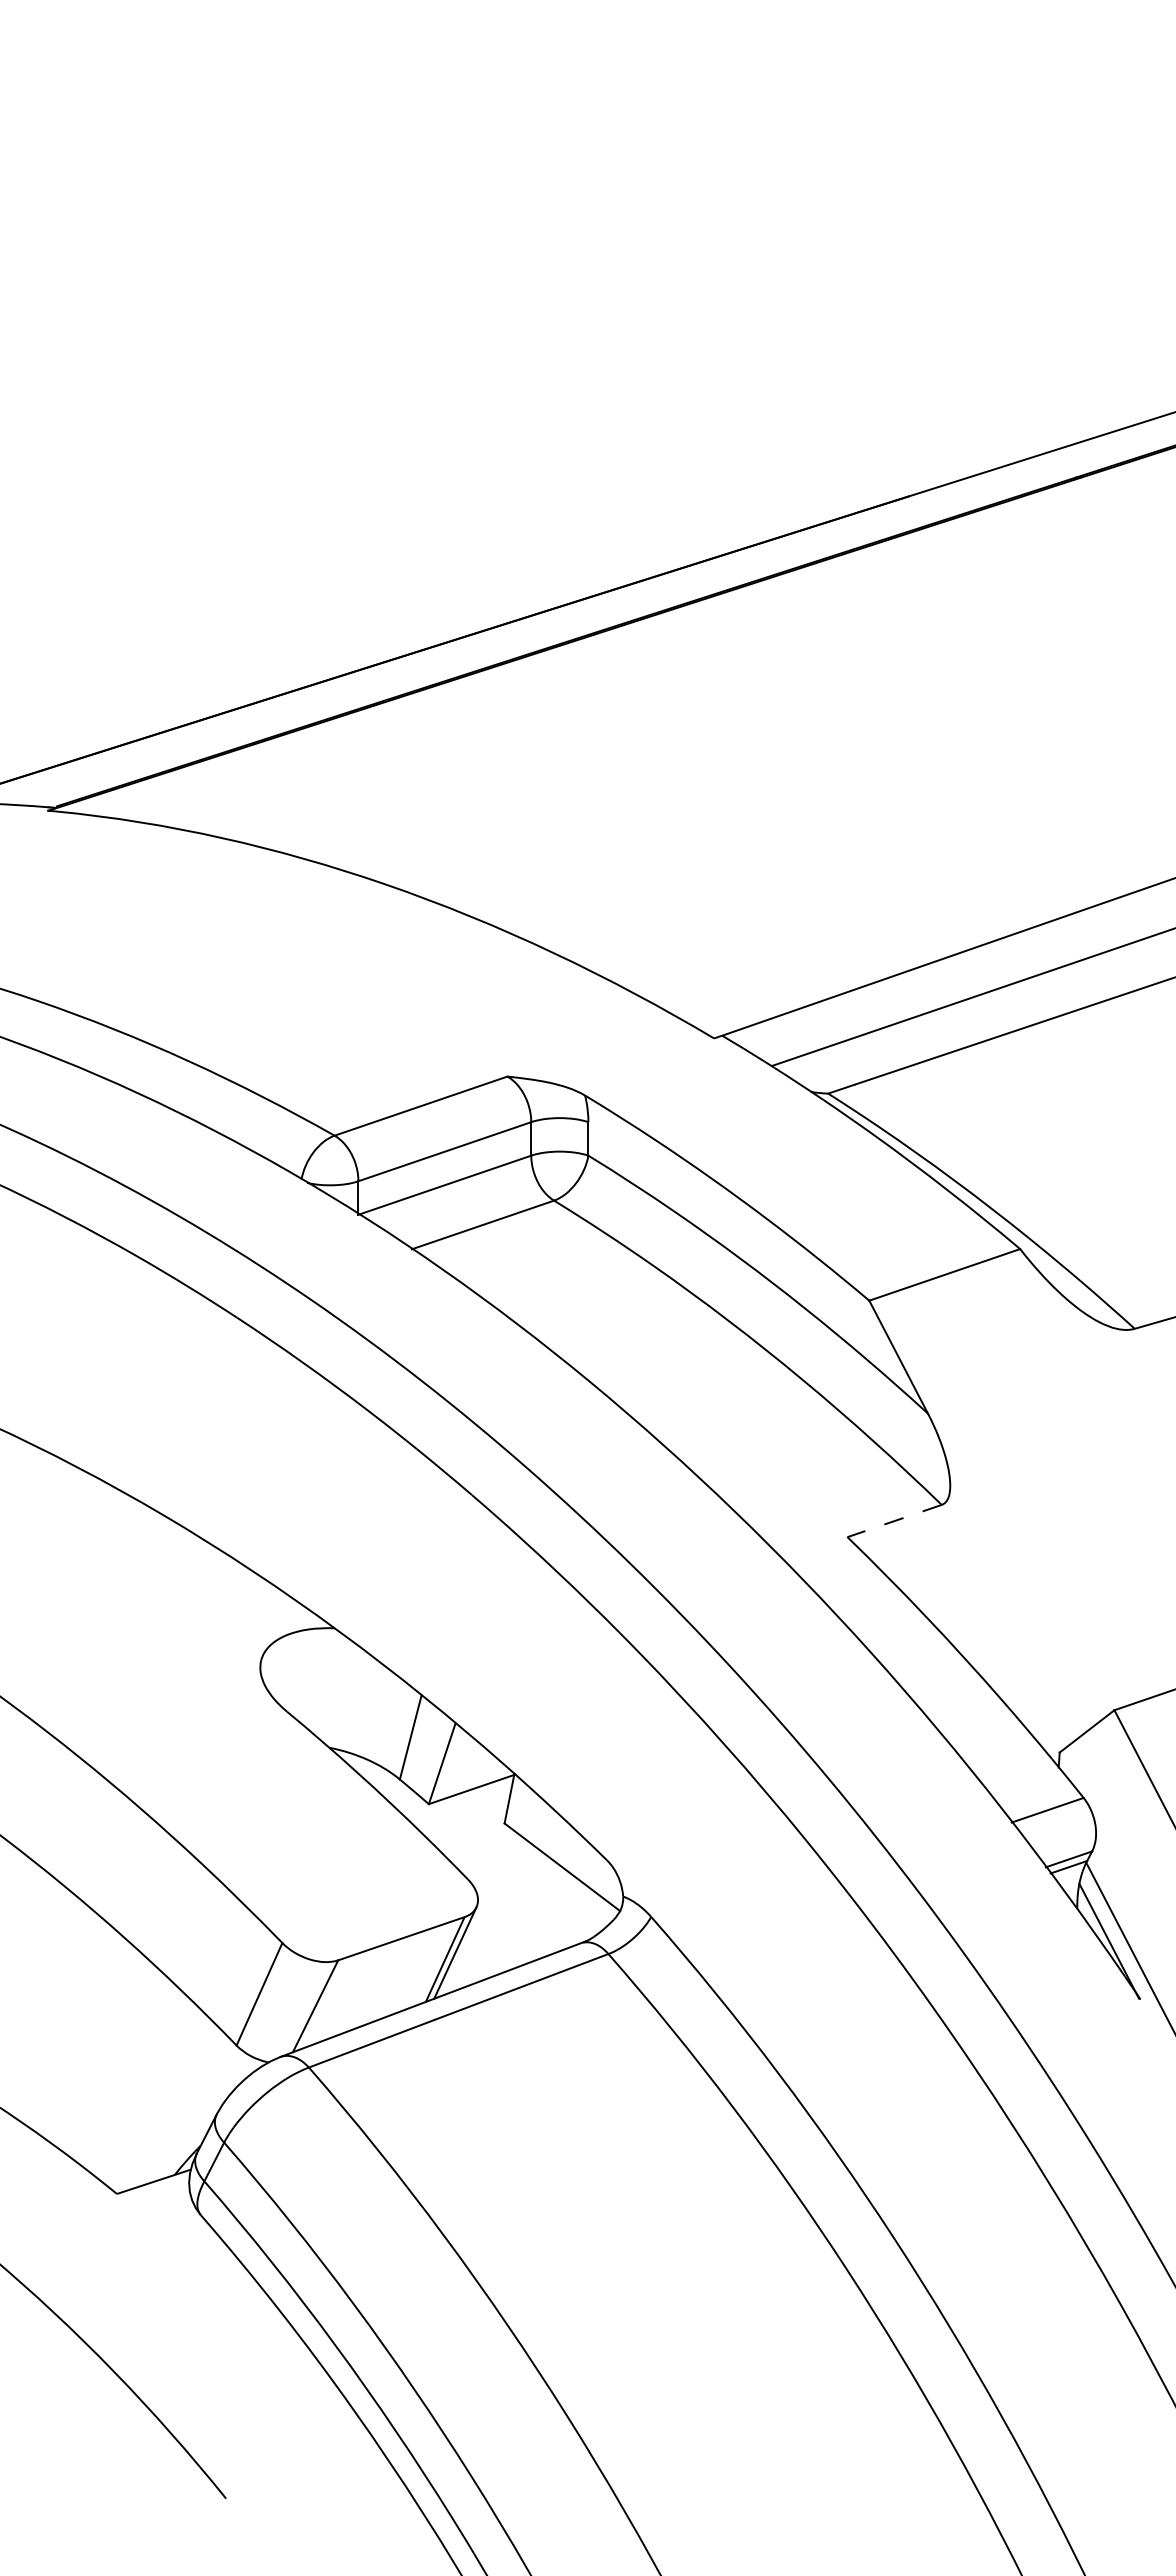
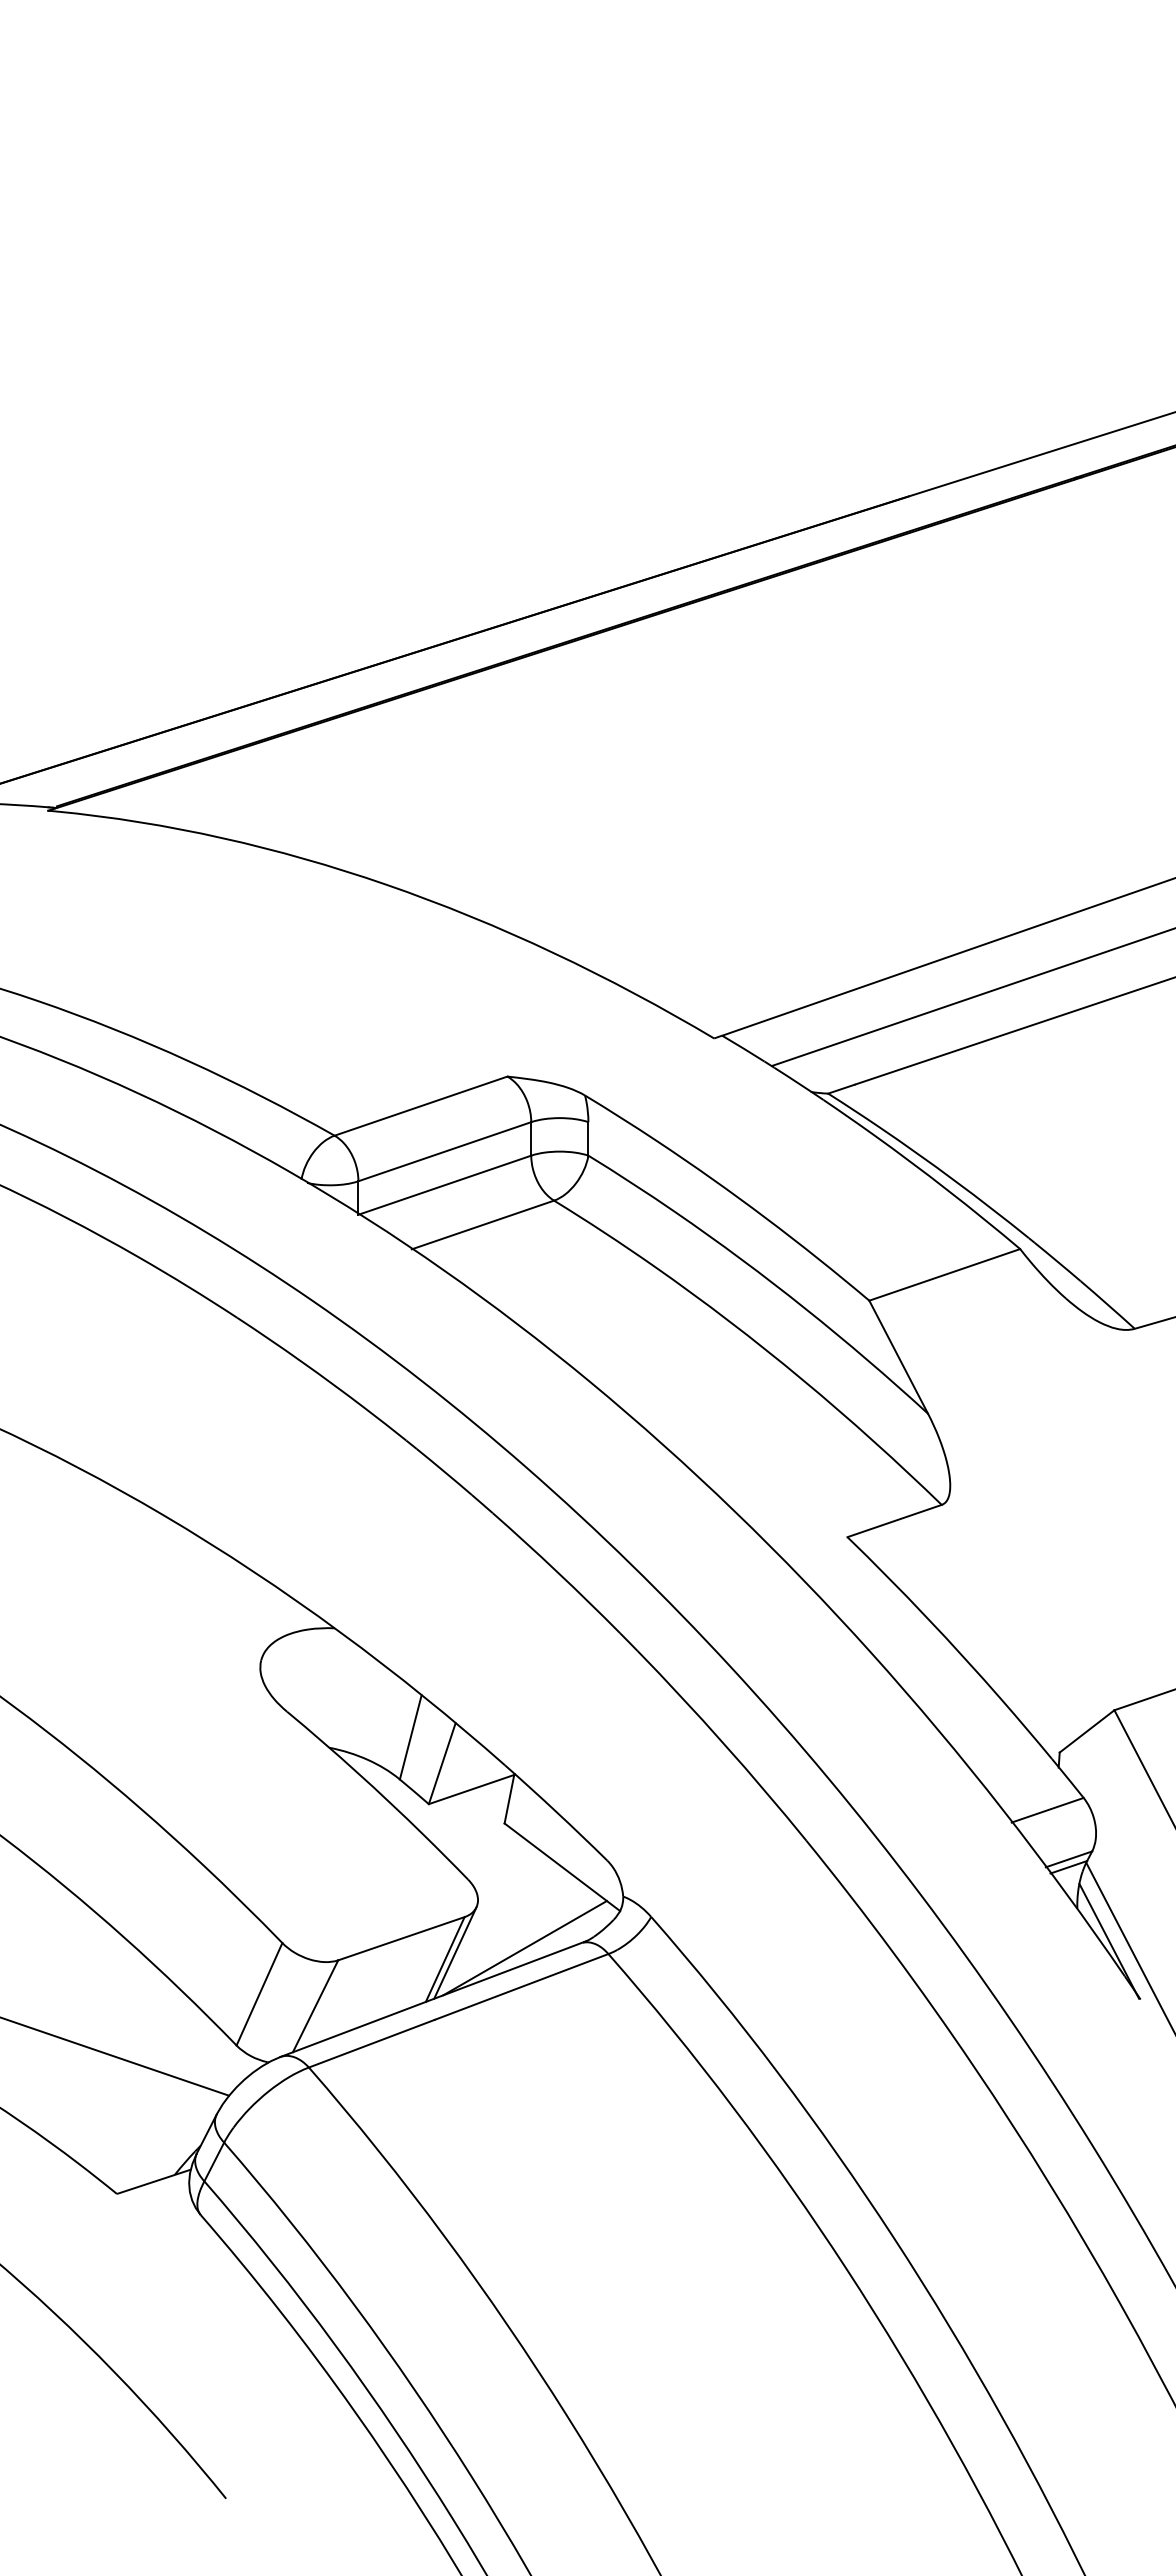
line at (894, 1521): dashed -> solid
line at (524, 1948): none -> present
line at (115, 2056): none -> present
